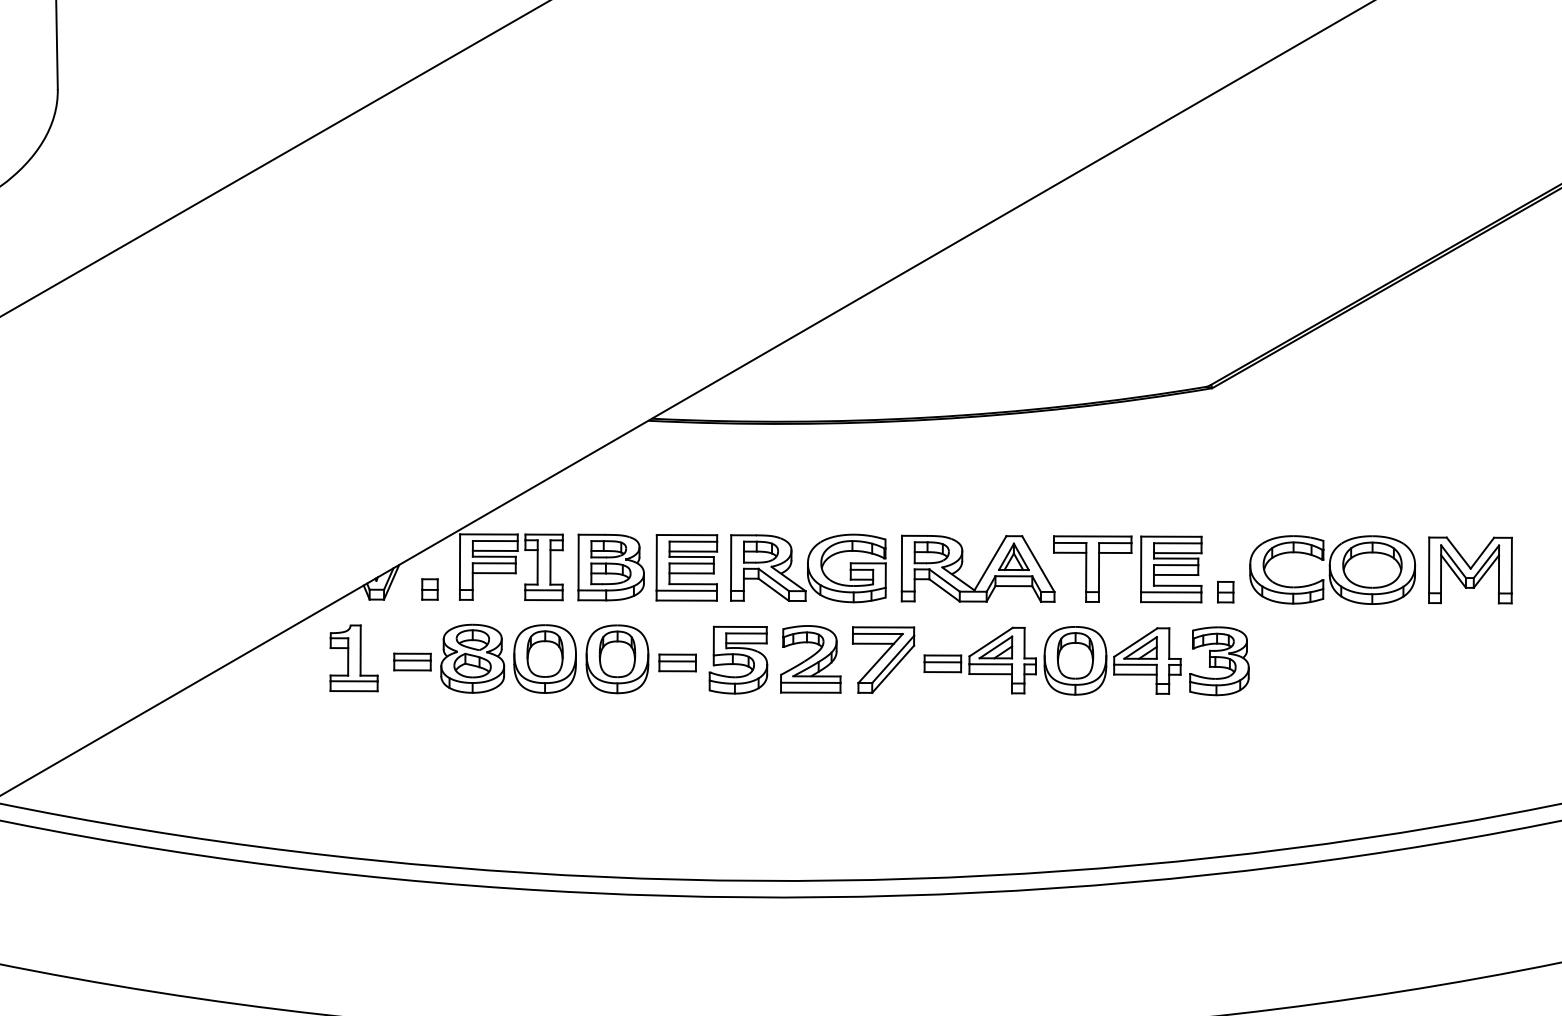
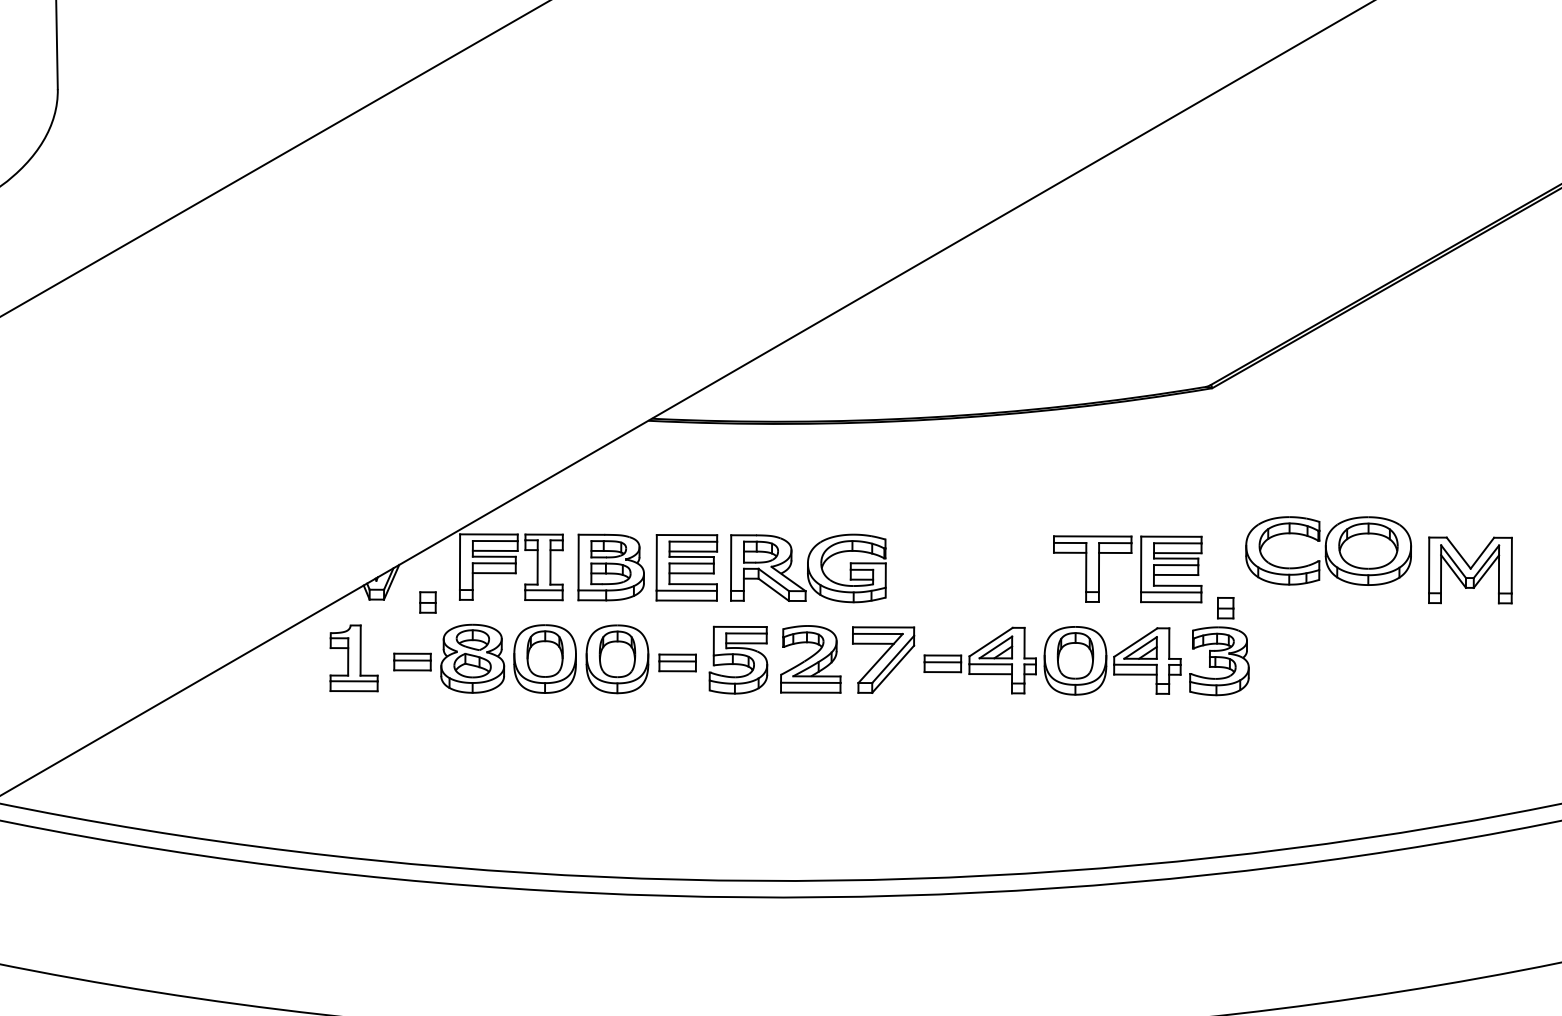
part at (1332, 569) position: (1332, 569) -> (1328, 550)
part at (984, 571): present -> none
part at (429, 589) position: (429, 589) -> (427, 602)
part at (1225, 591) position: (1225, 591) -> (1225, 607)
